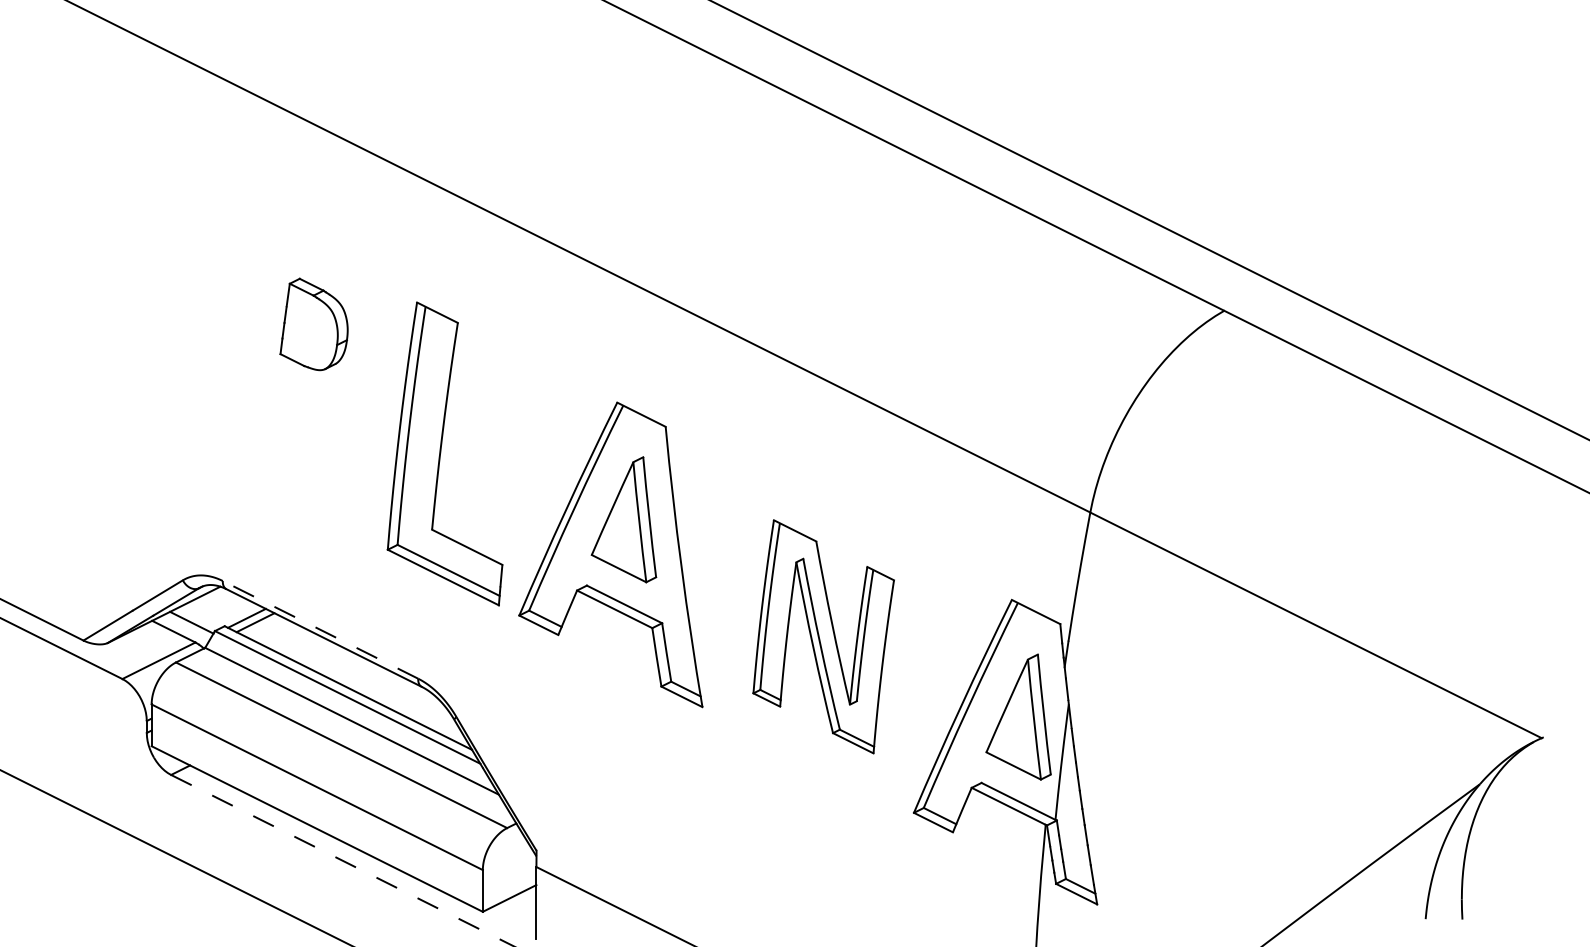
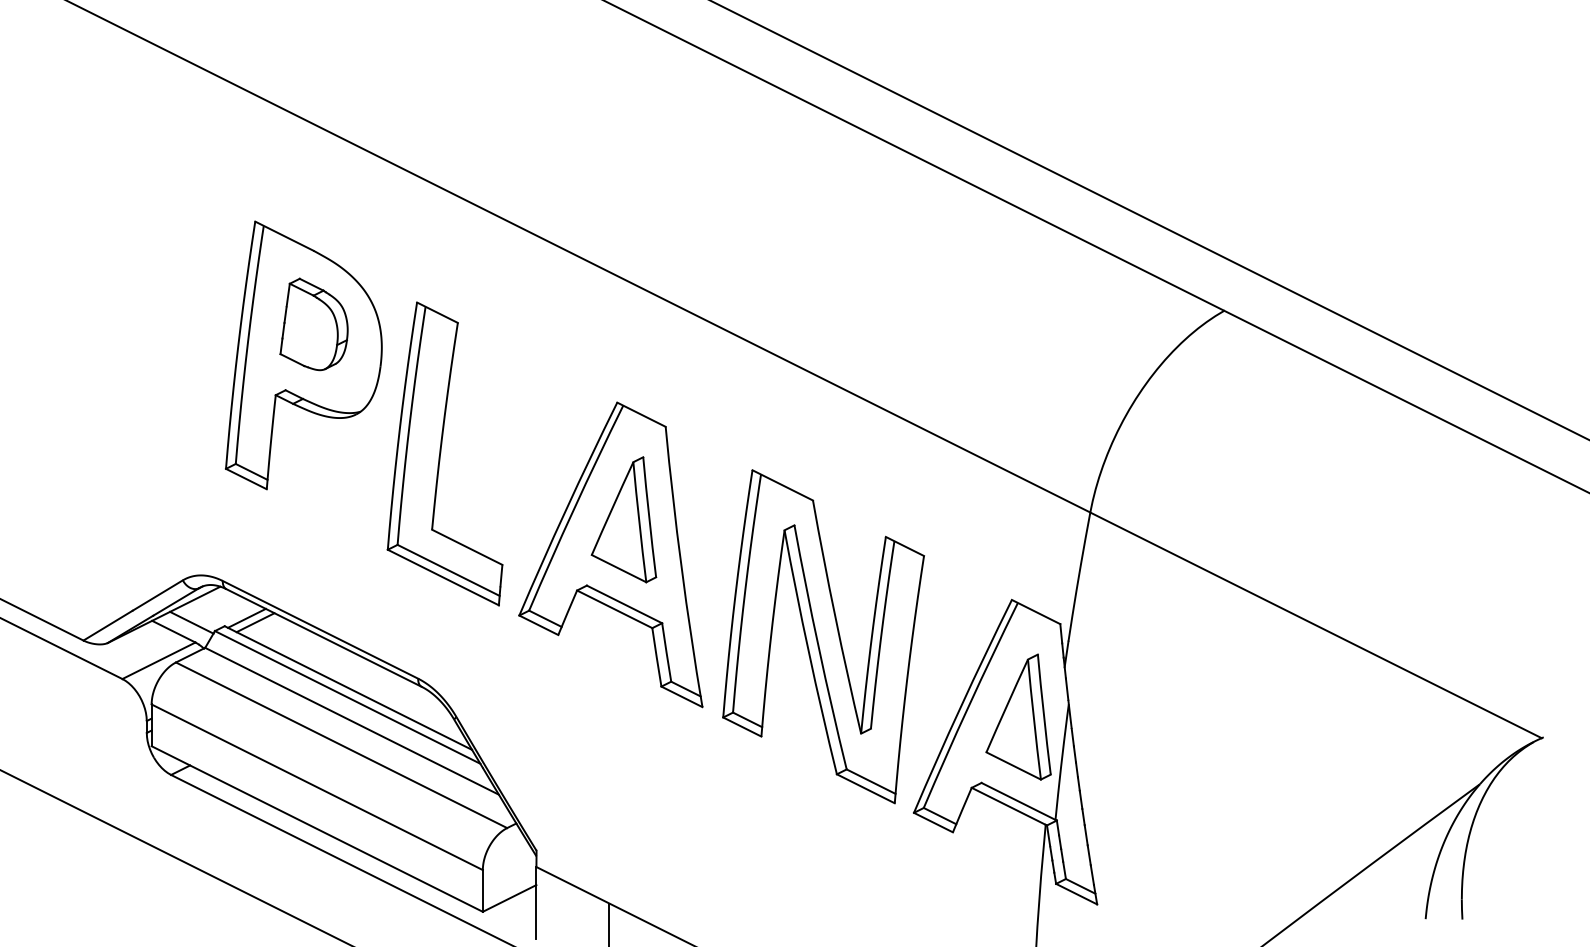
part at (303, 355): none -> present
line at (320, 629): dashed -> solid
part at (823, 636) size: 143x236 px -> 204x336 px
line at (342, 860): dashed -> solid
line at (609, 923): none -> present
